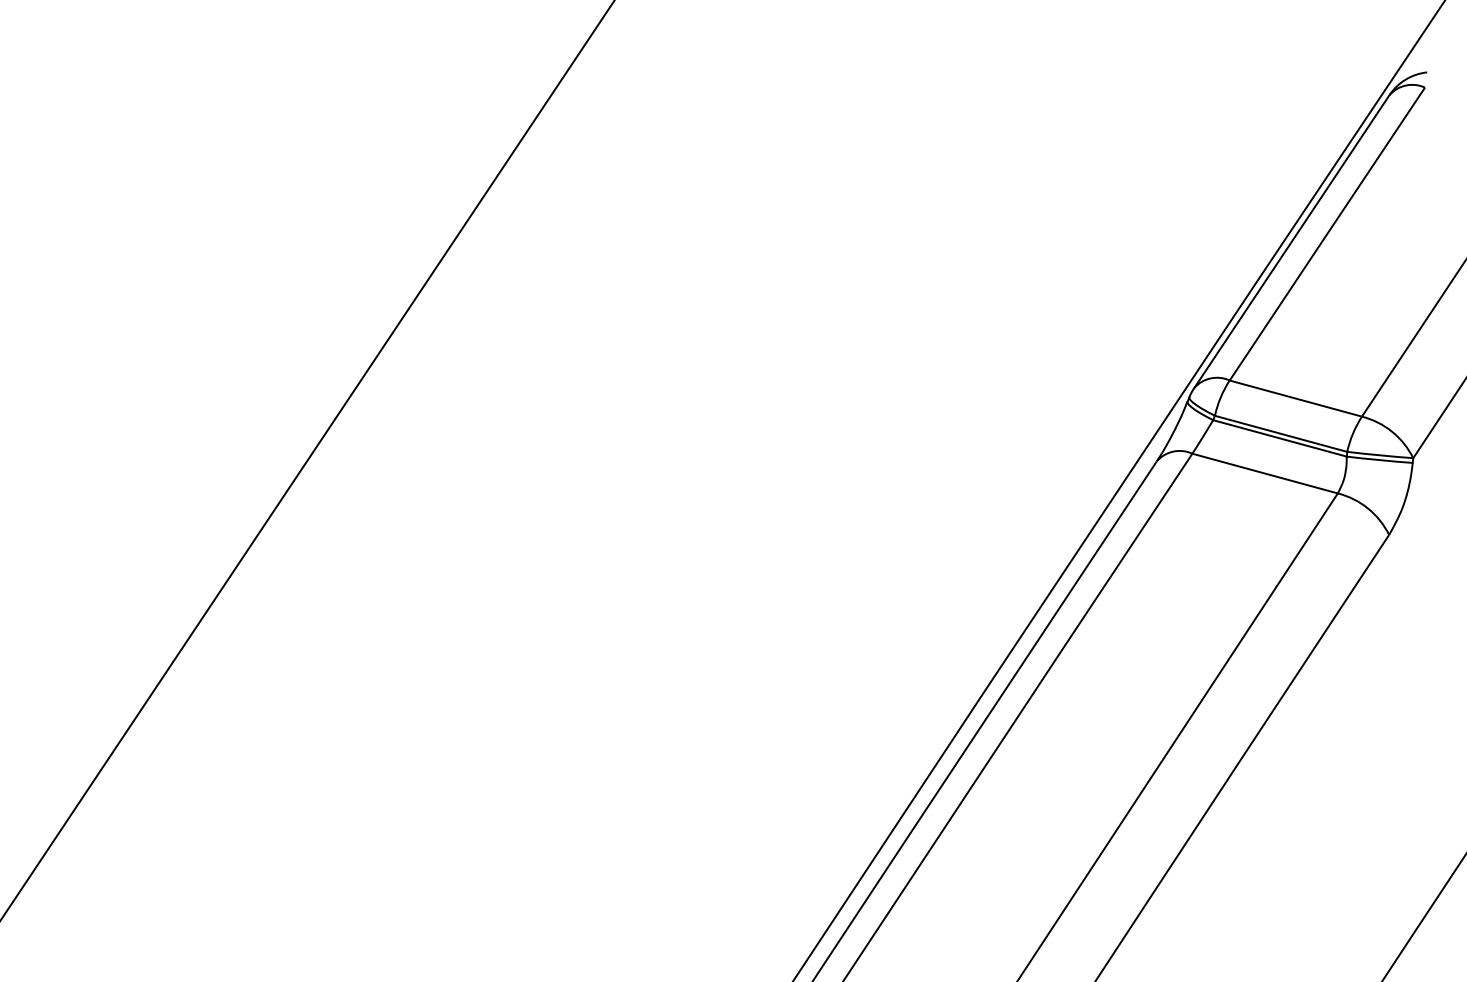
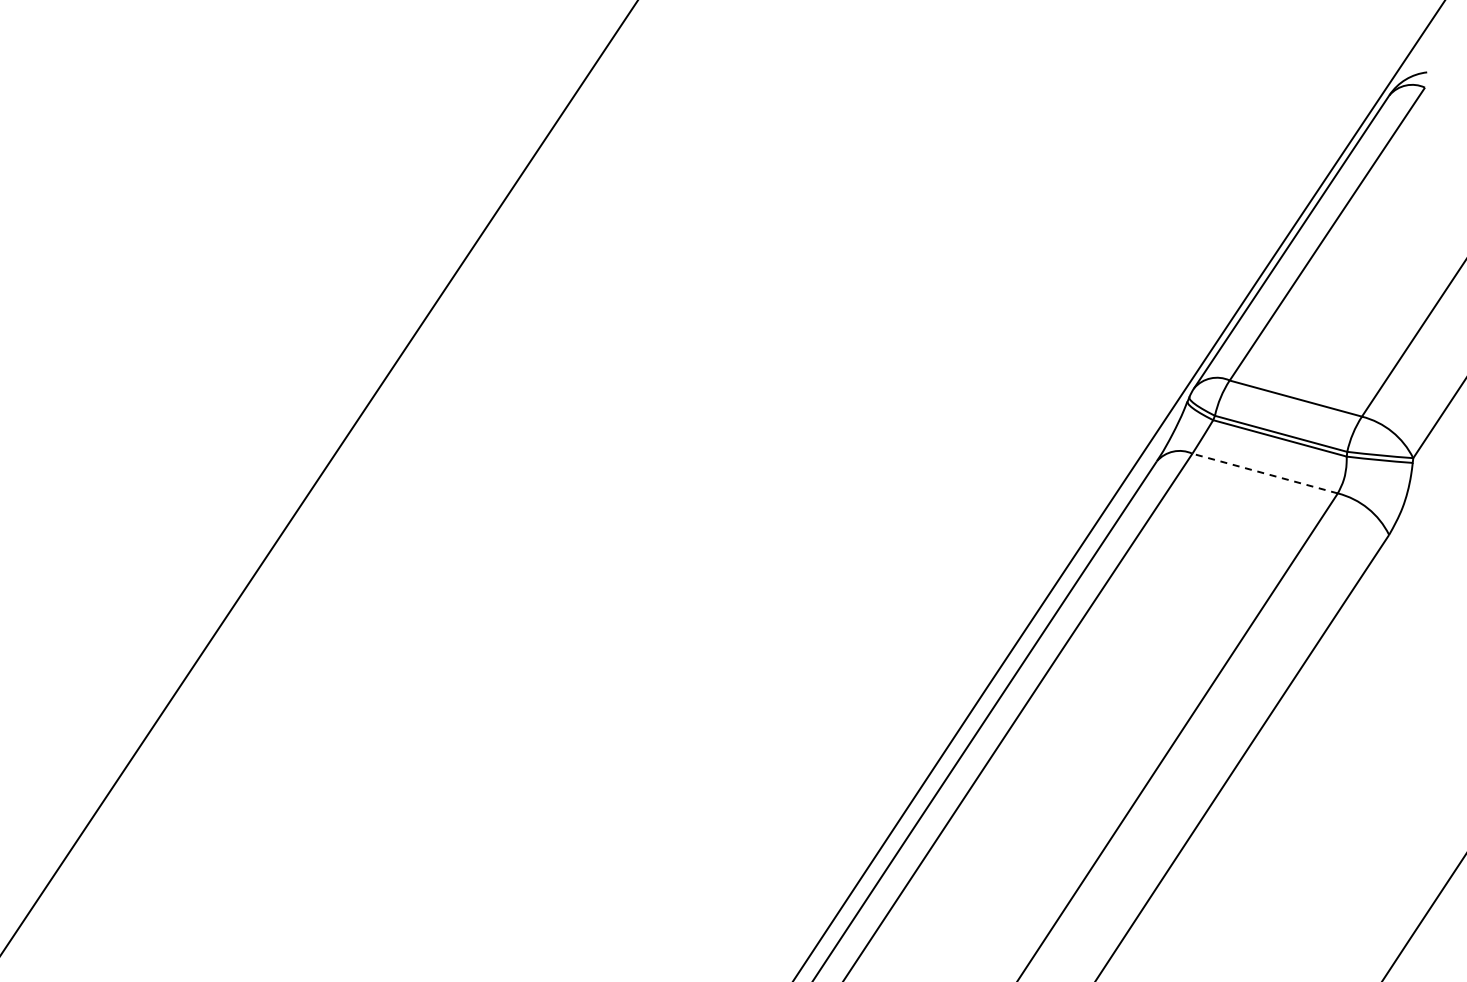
line at (307, 459) position: (307, 459) -> (319, 477)
line at (1264, 473): solid -> dashed
